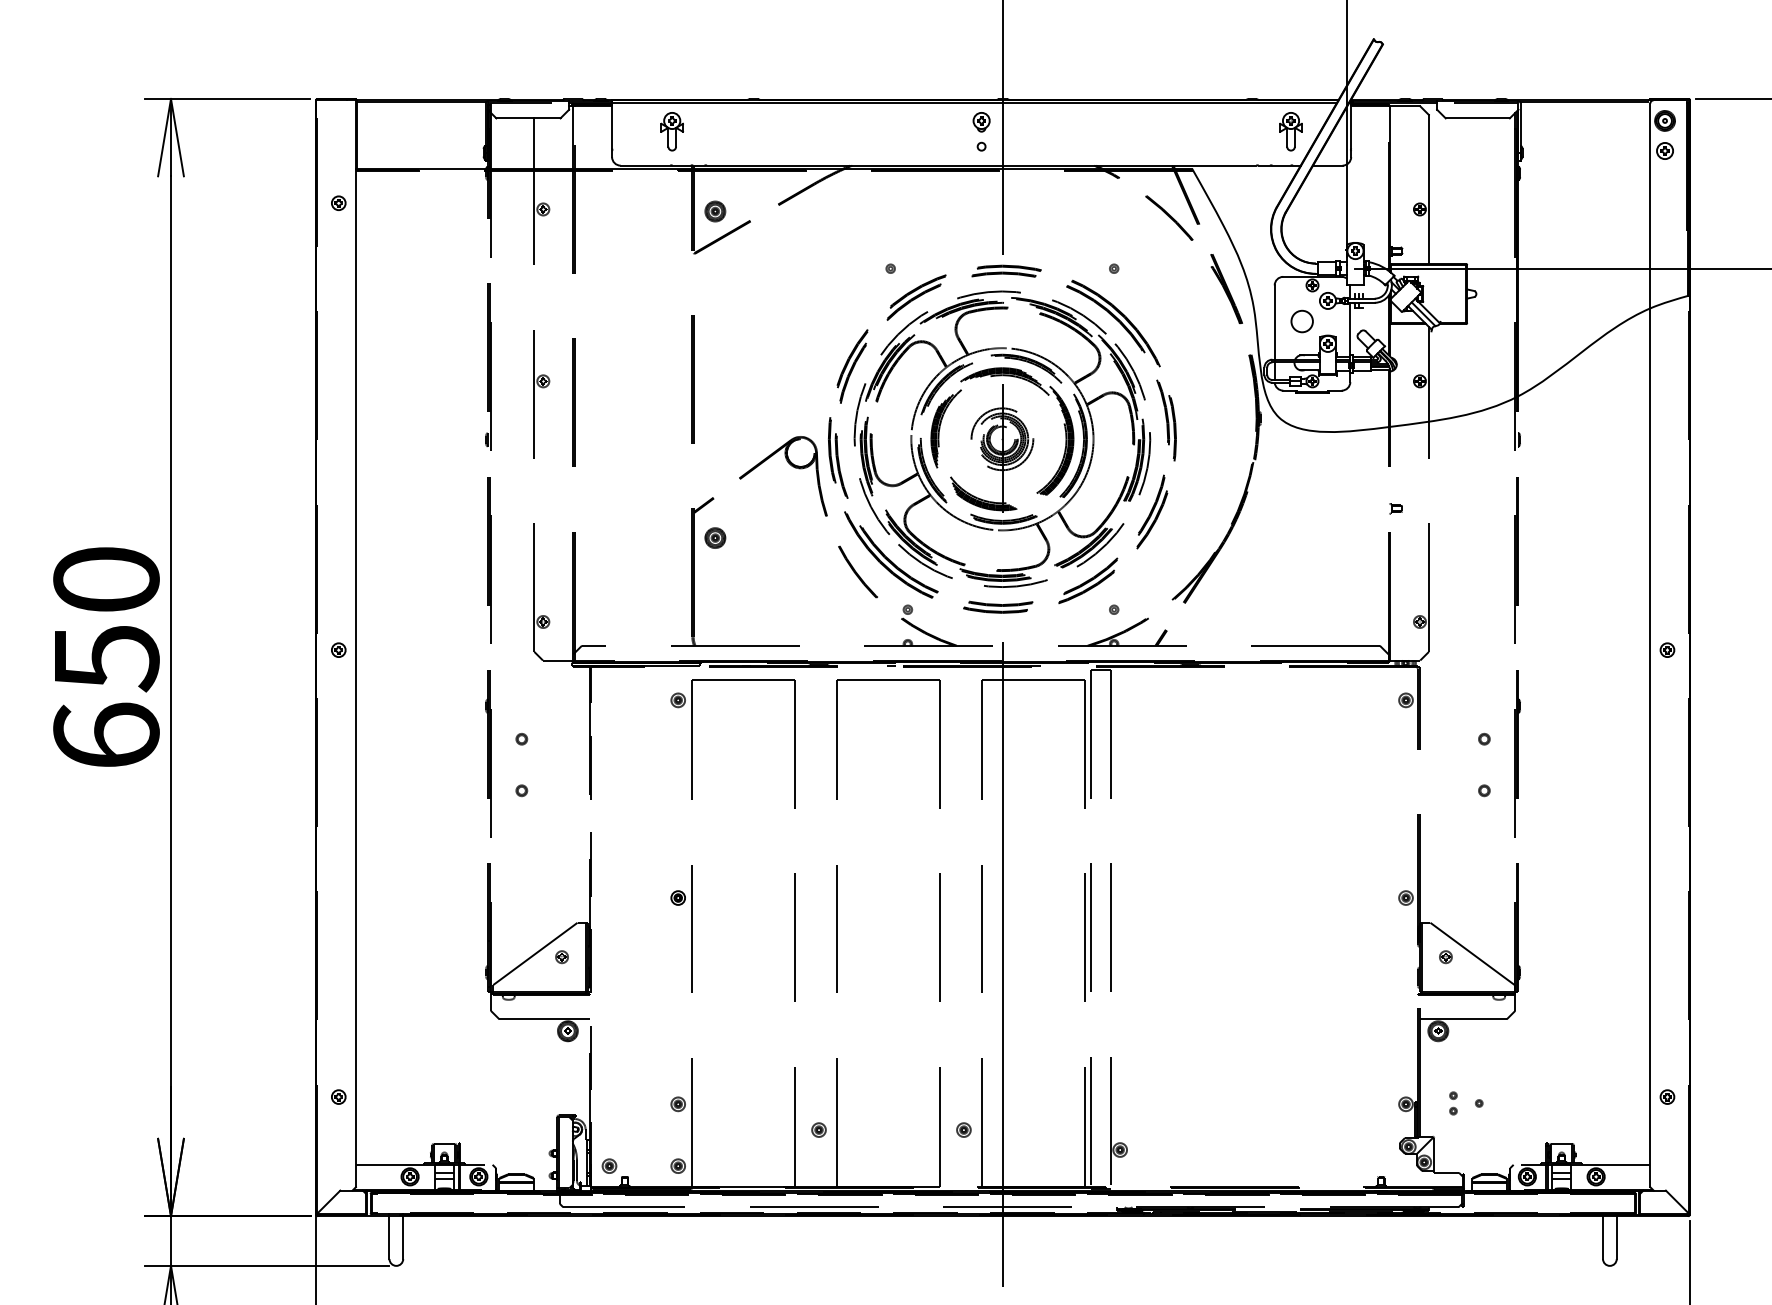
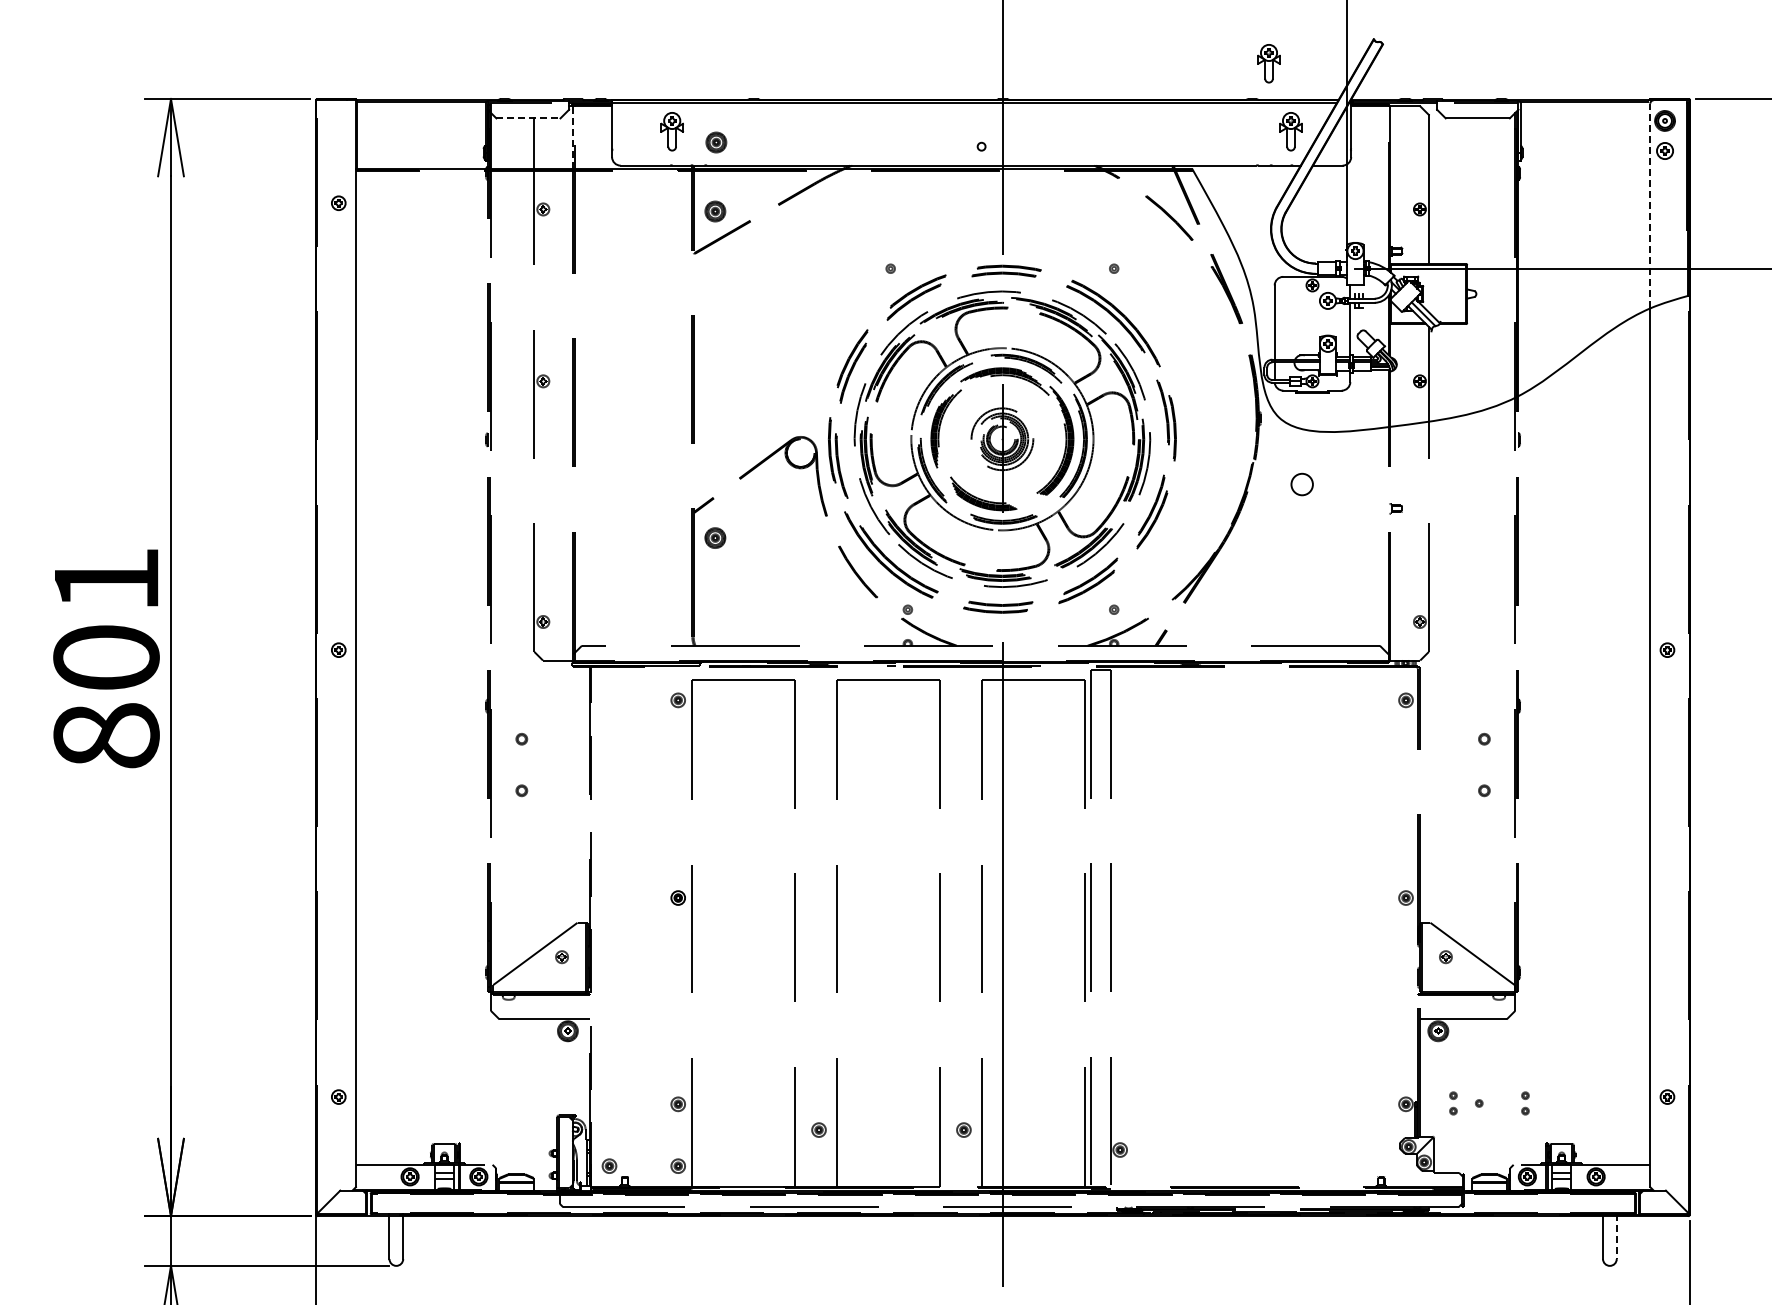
part at (1268, 63): none -> present
line at (528, 118): solid -> dashed
part at (981, 122): present -> none
line at (573, 137): solid -> dashed
part at (716, 142): none -> present
line at (1650, 205): solid -> dashed
circle at (1301, 321) position: (1301, 321) -> (1301, 484)
text at (106, 657): 650 -> 801
part at (1525, 1103): none -> present
line at (1616, 1237): solid -> dashed
